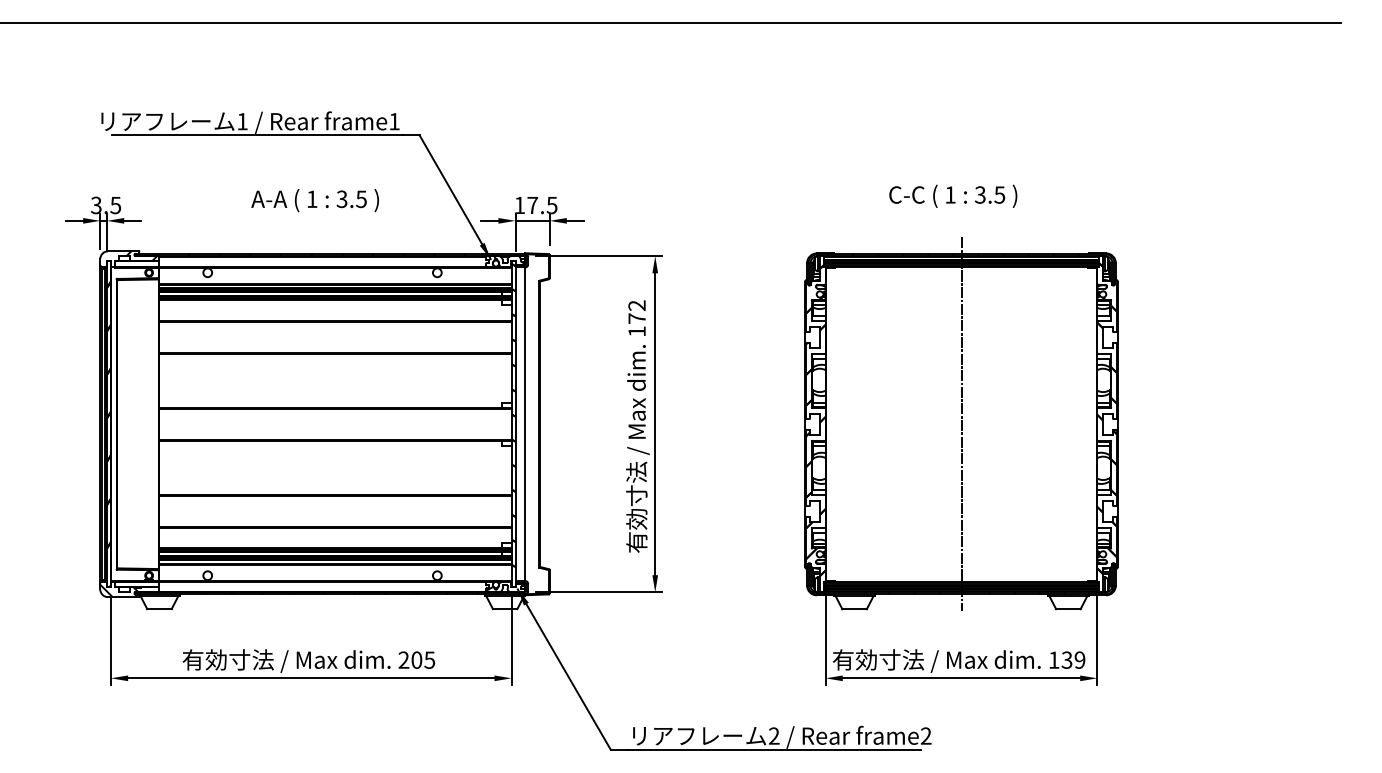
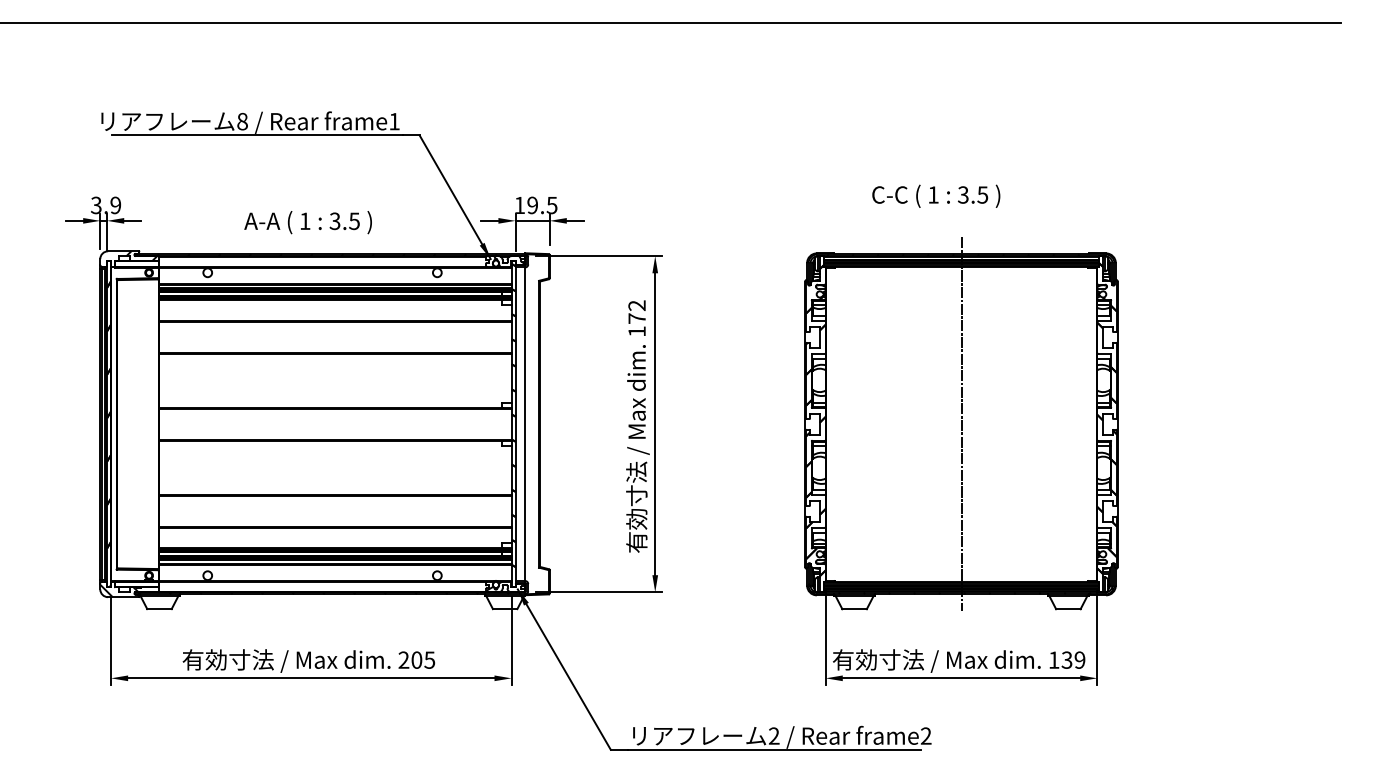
text at (242, 121): 1 -> 8
text at (953, 195) position: (953, 195) -> (936, 195)
text at (314, 200) position: (314, 200) -> (307, 222)
text at (115, 205): 3.5 -> 3.9
text at (532, 205): 17.5 -> 19.5
